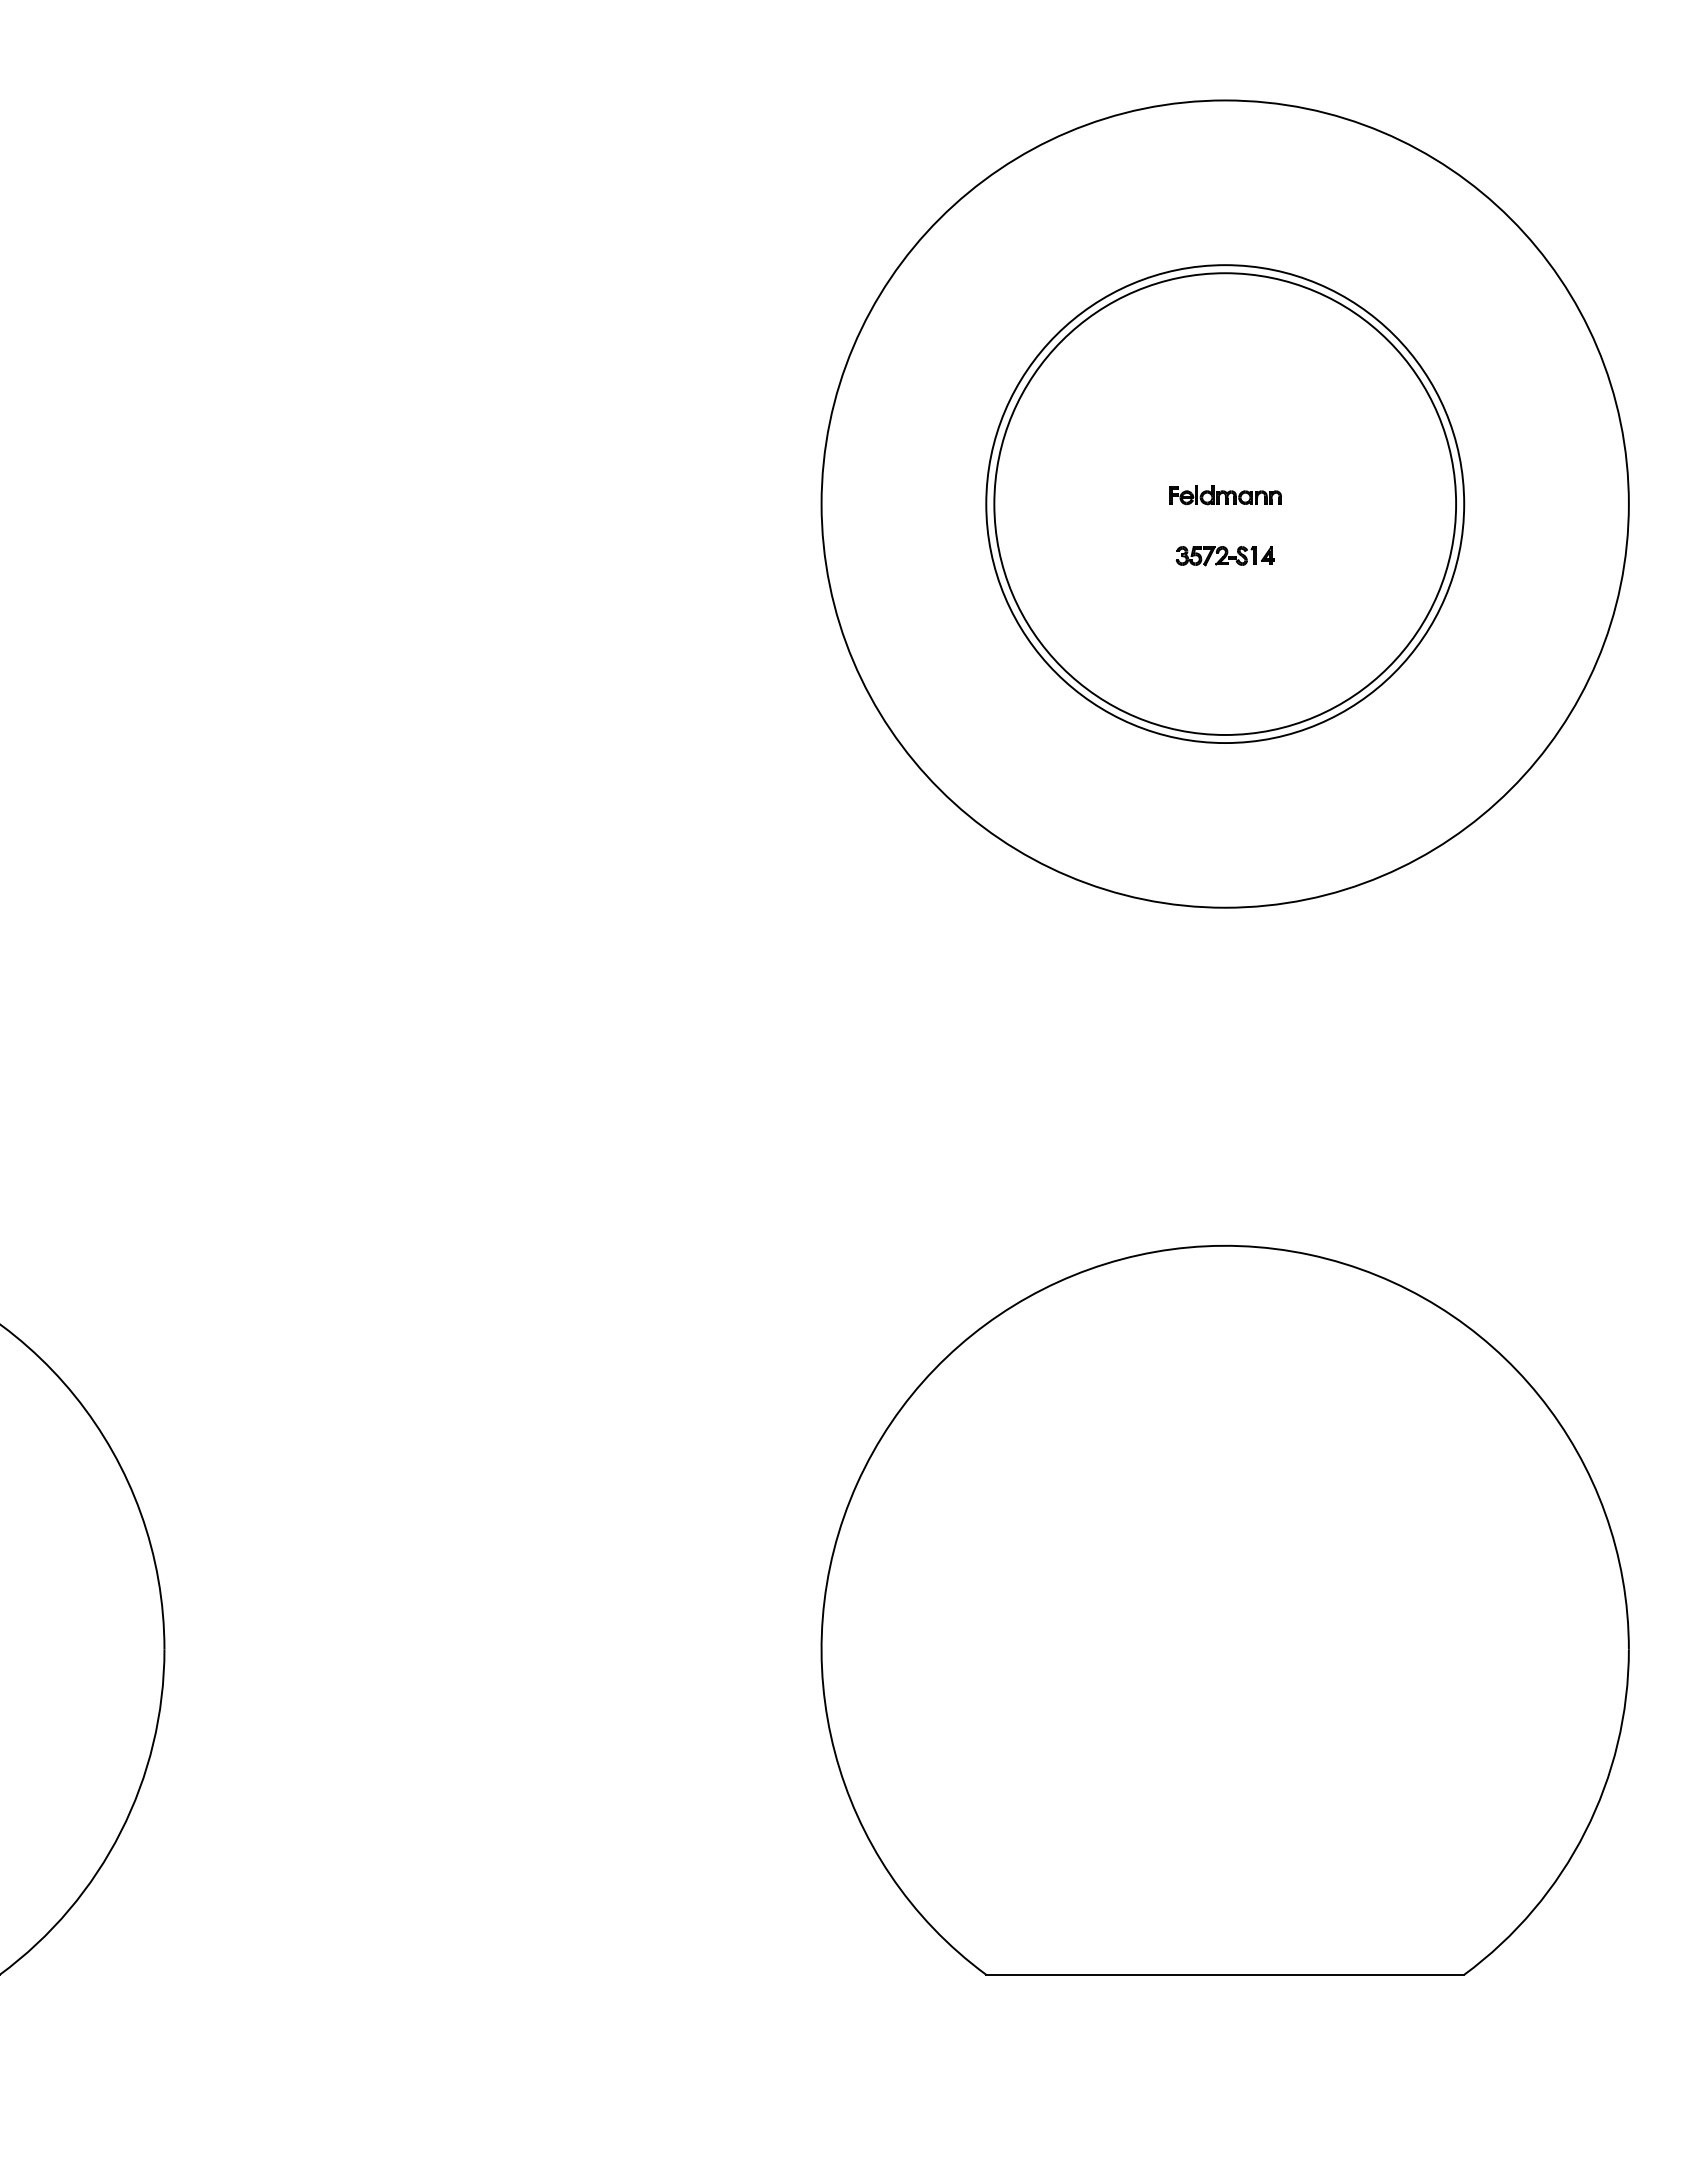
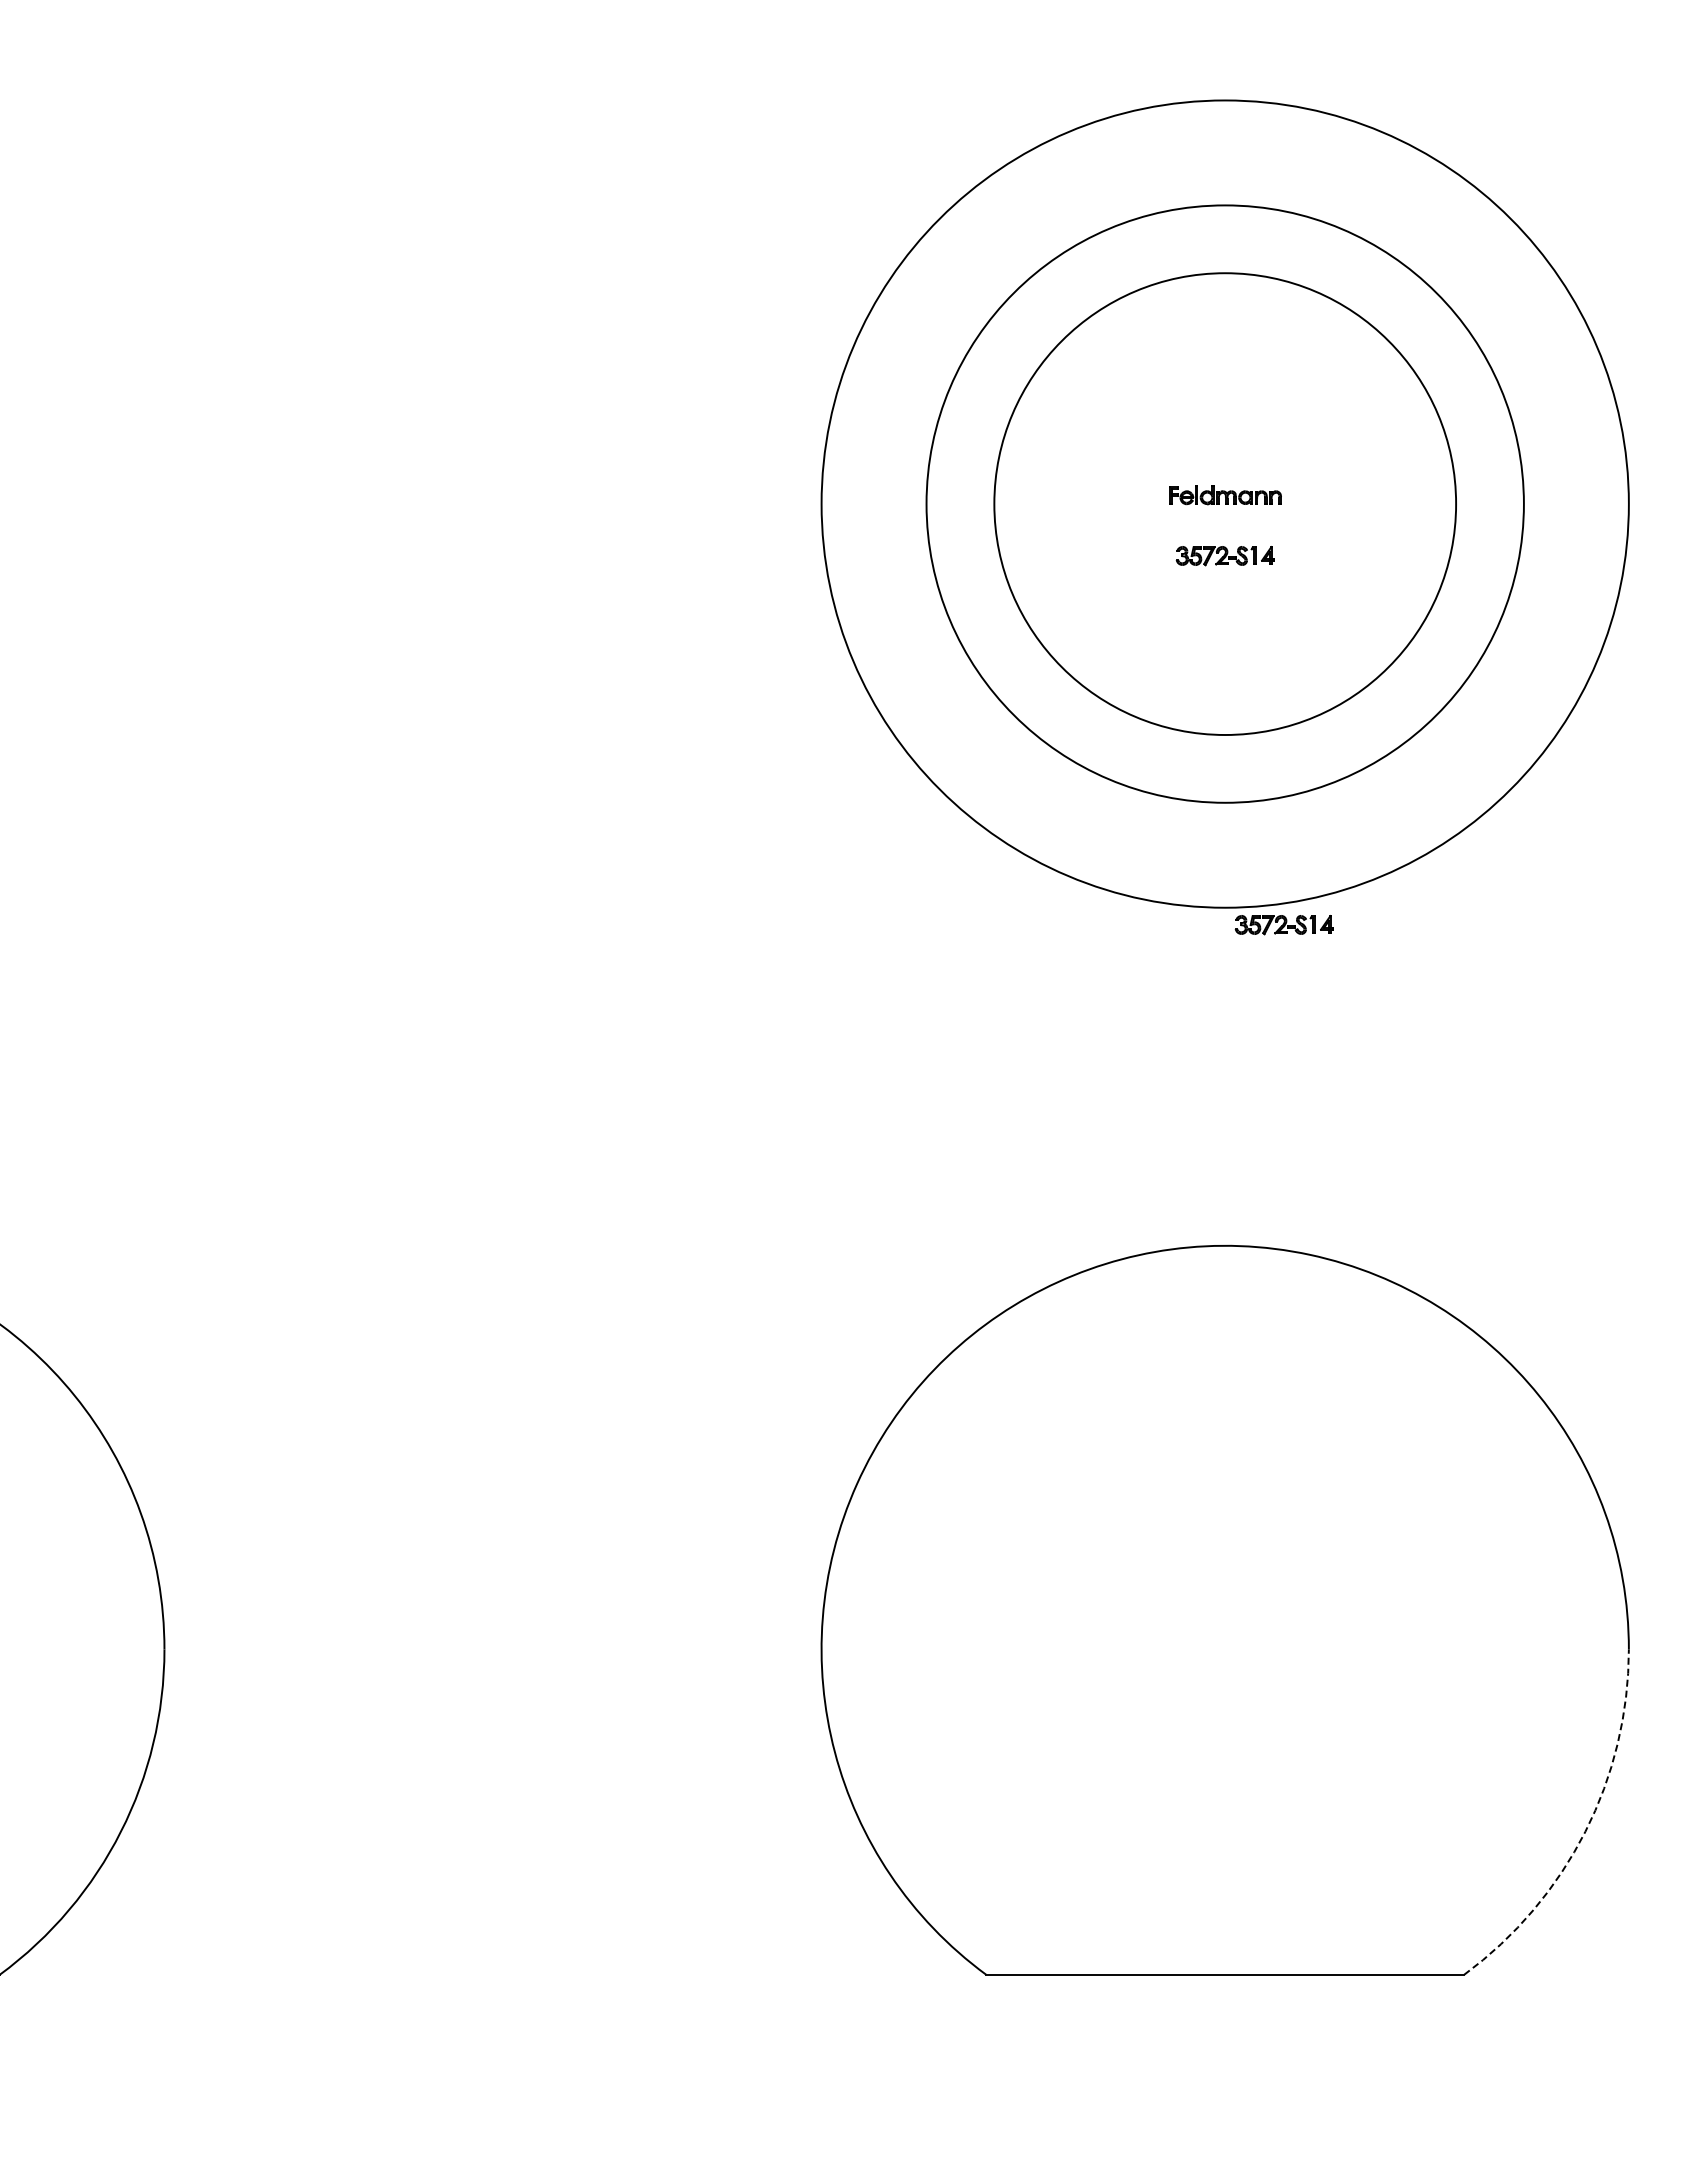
circle at (1225, 504) diameter: 478 px -> 597 px
part at (1283, 925): none -> present
arc at (1585, 1831): solid -> dashed
